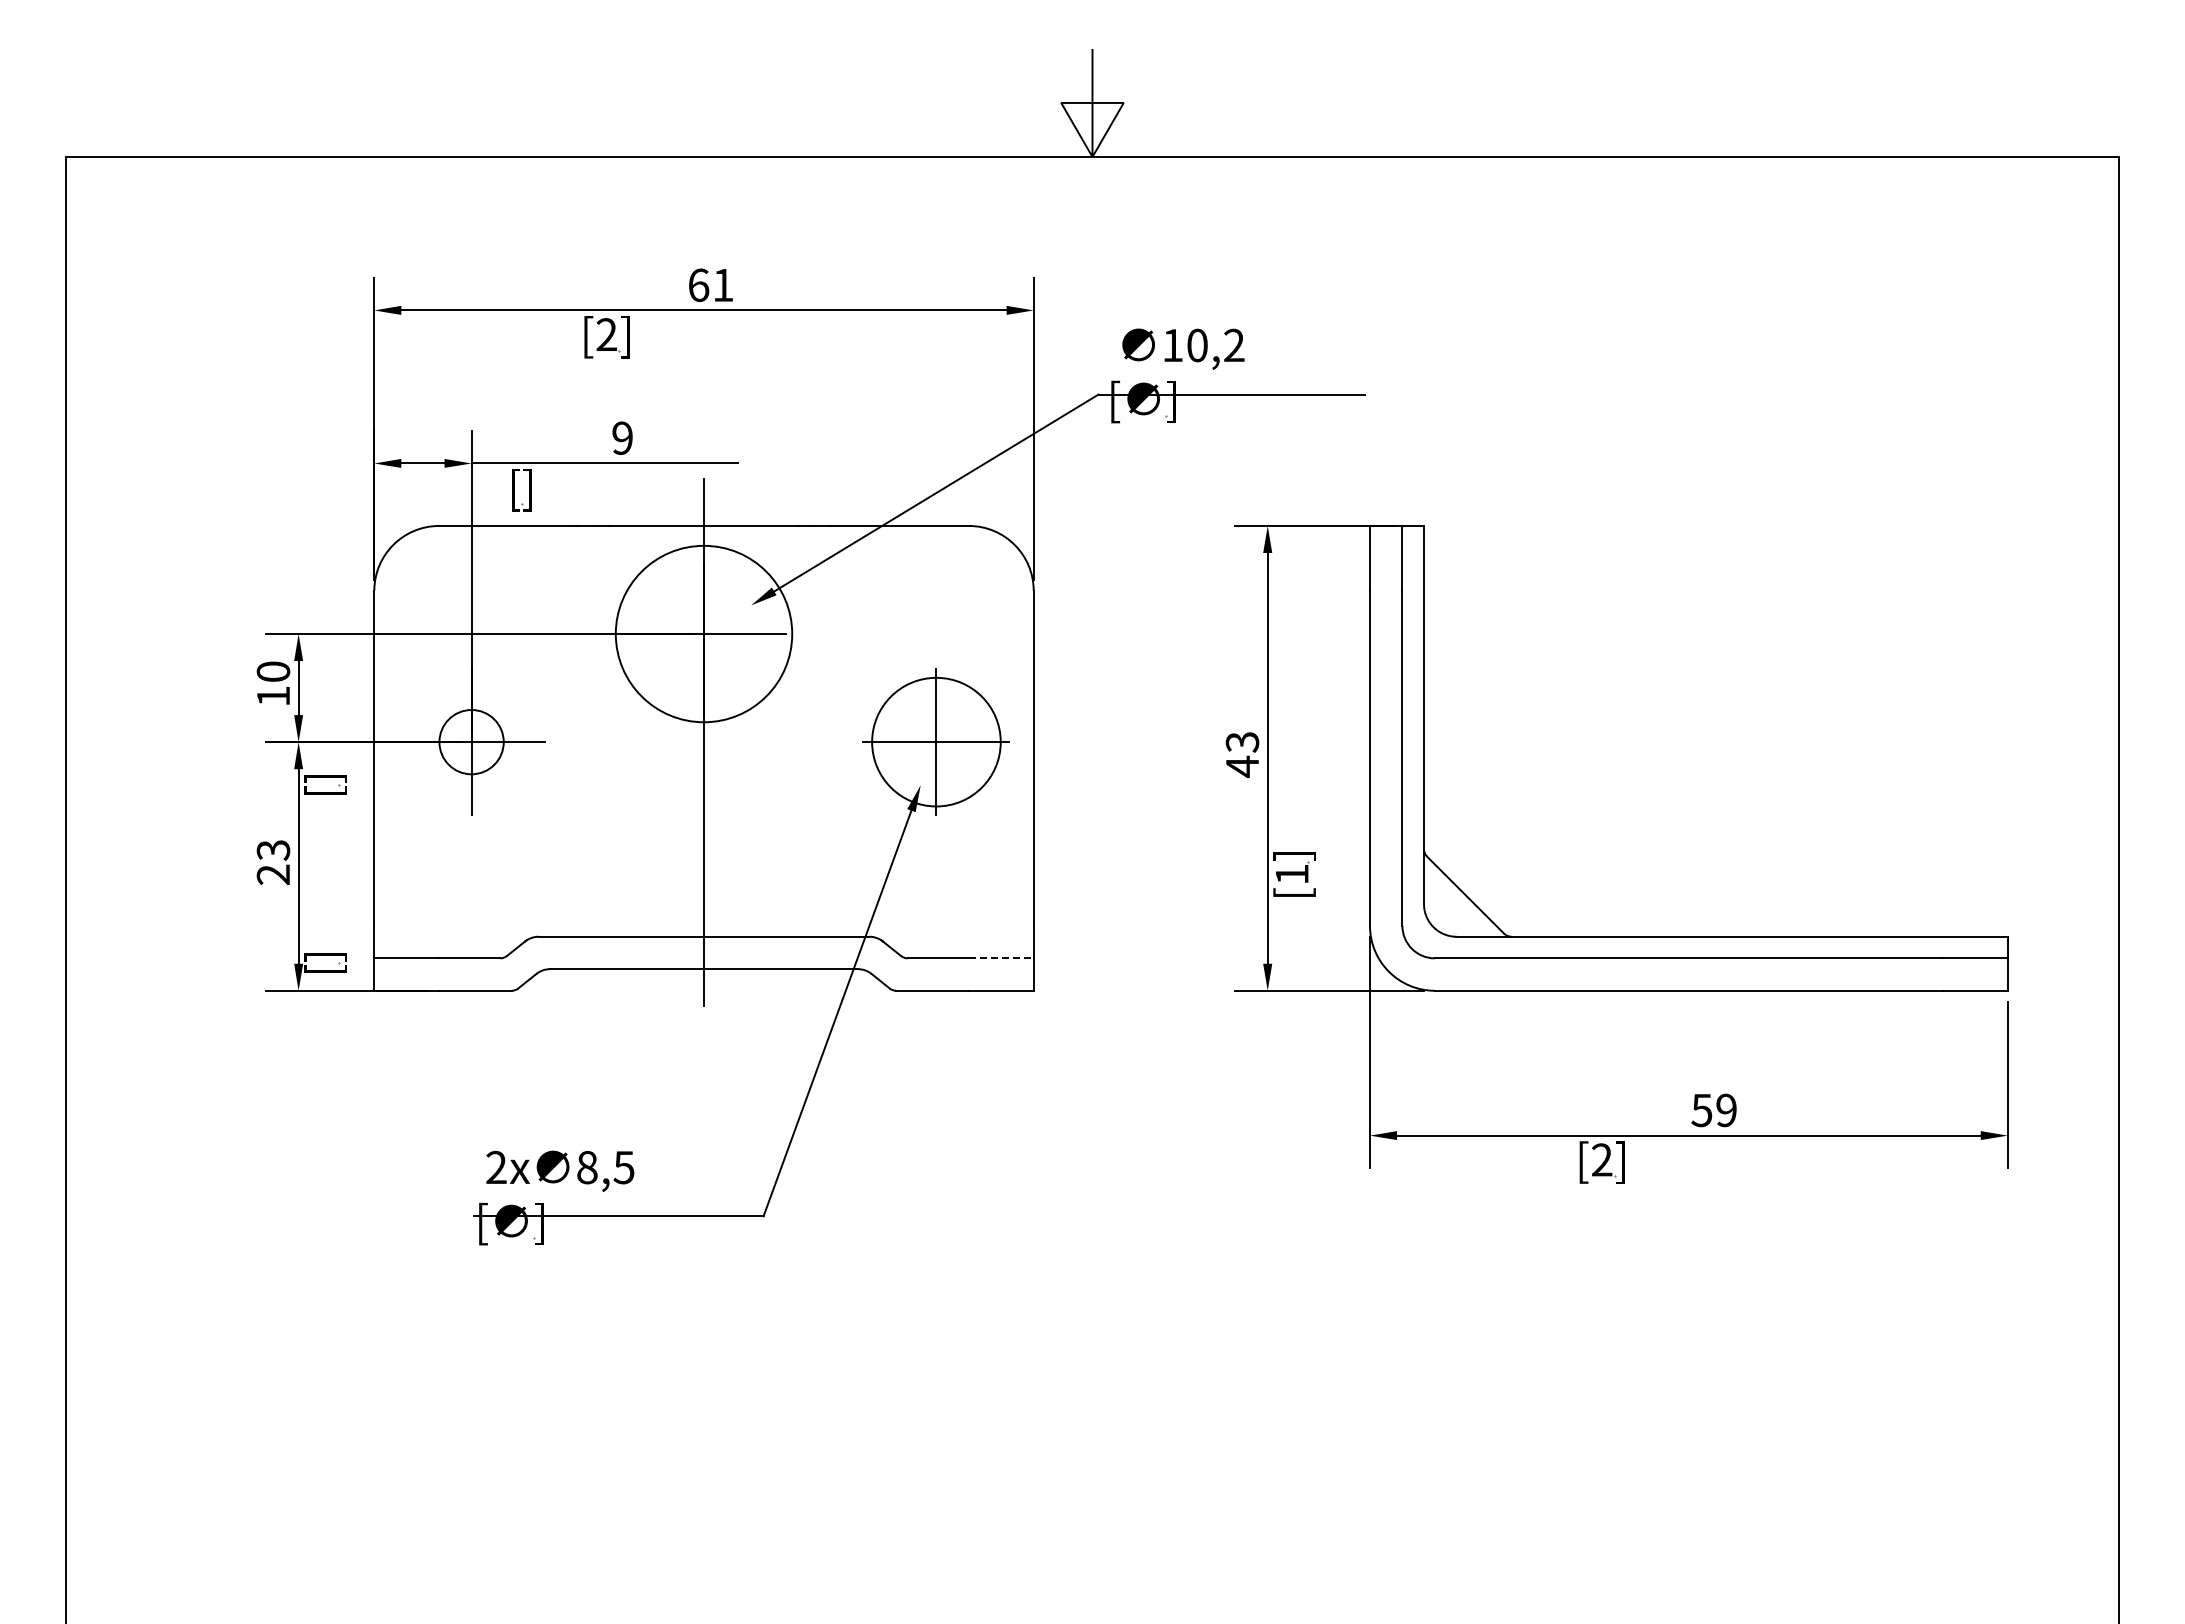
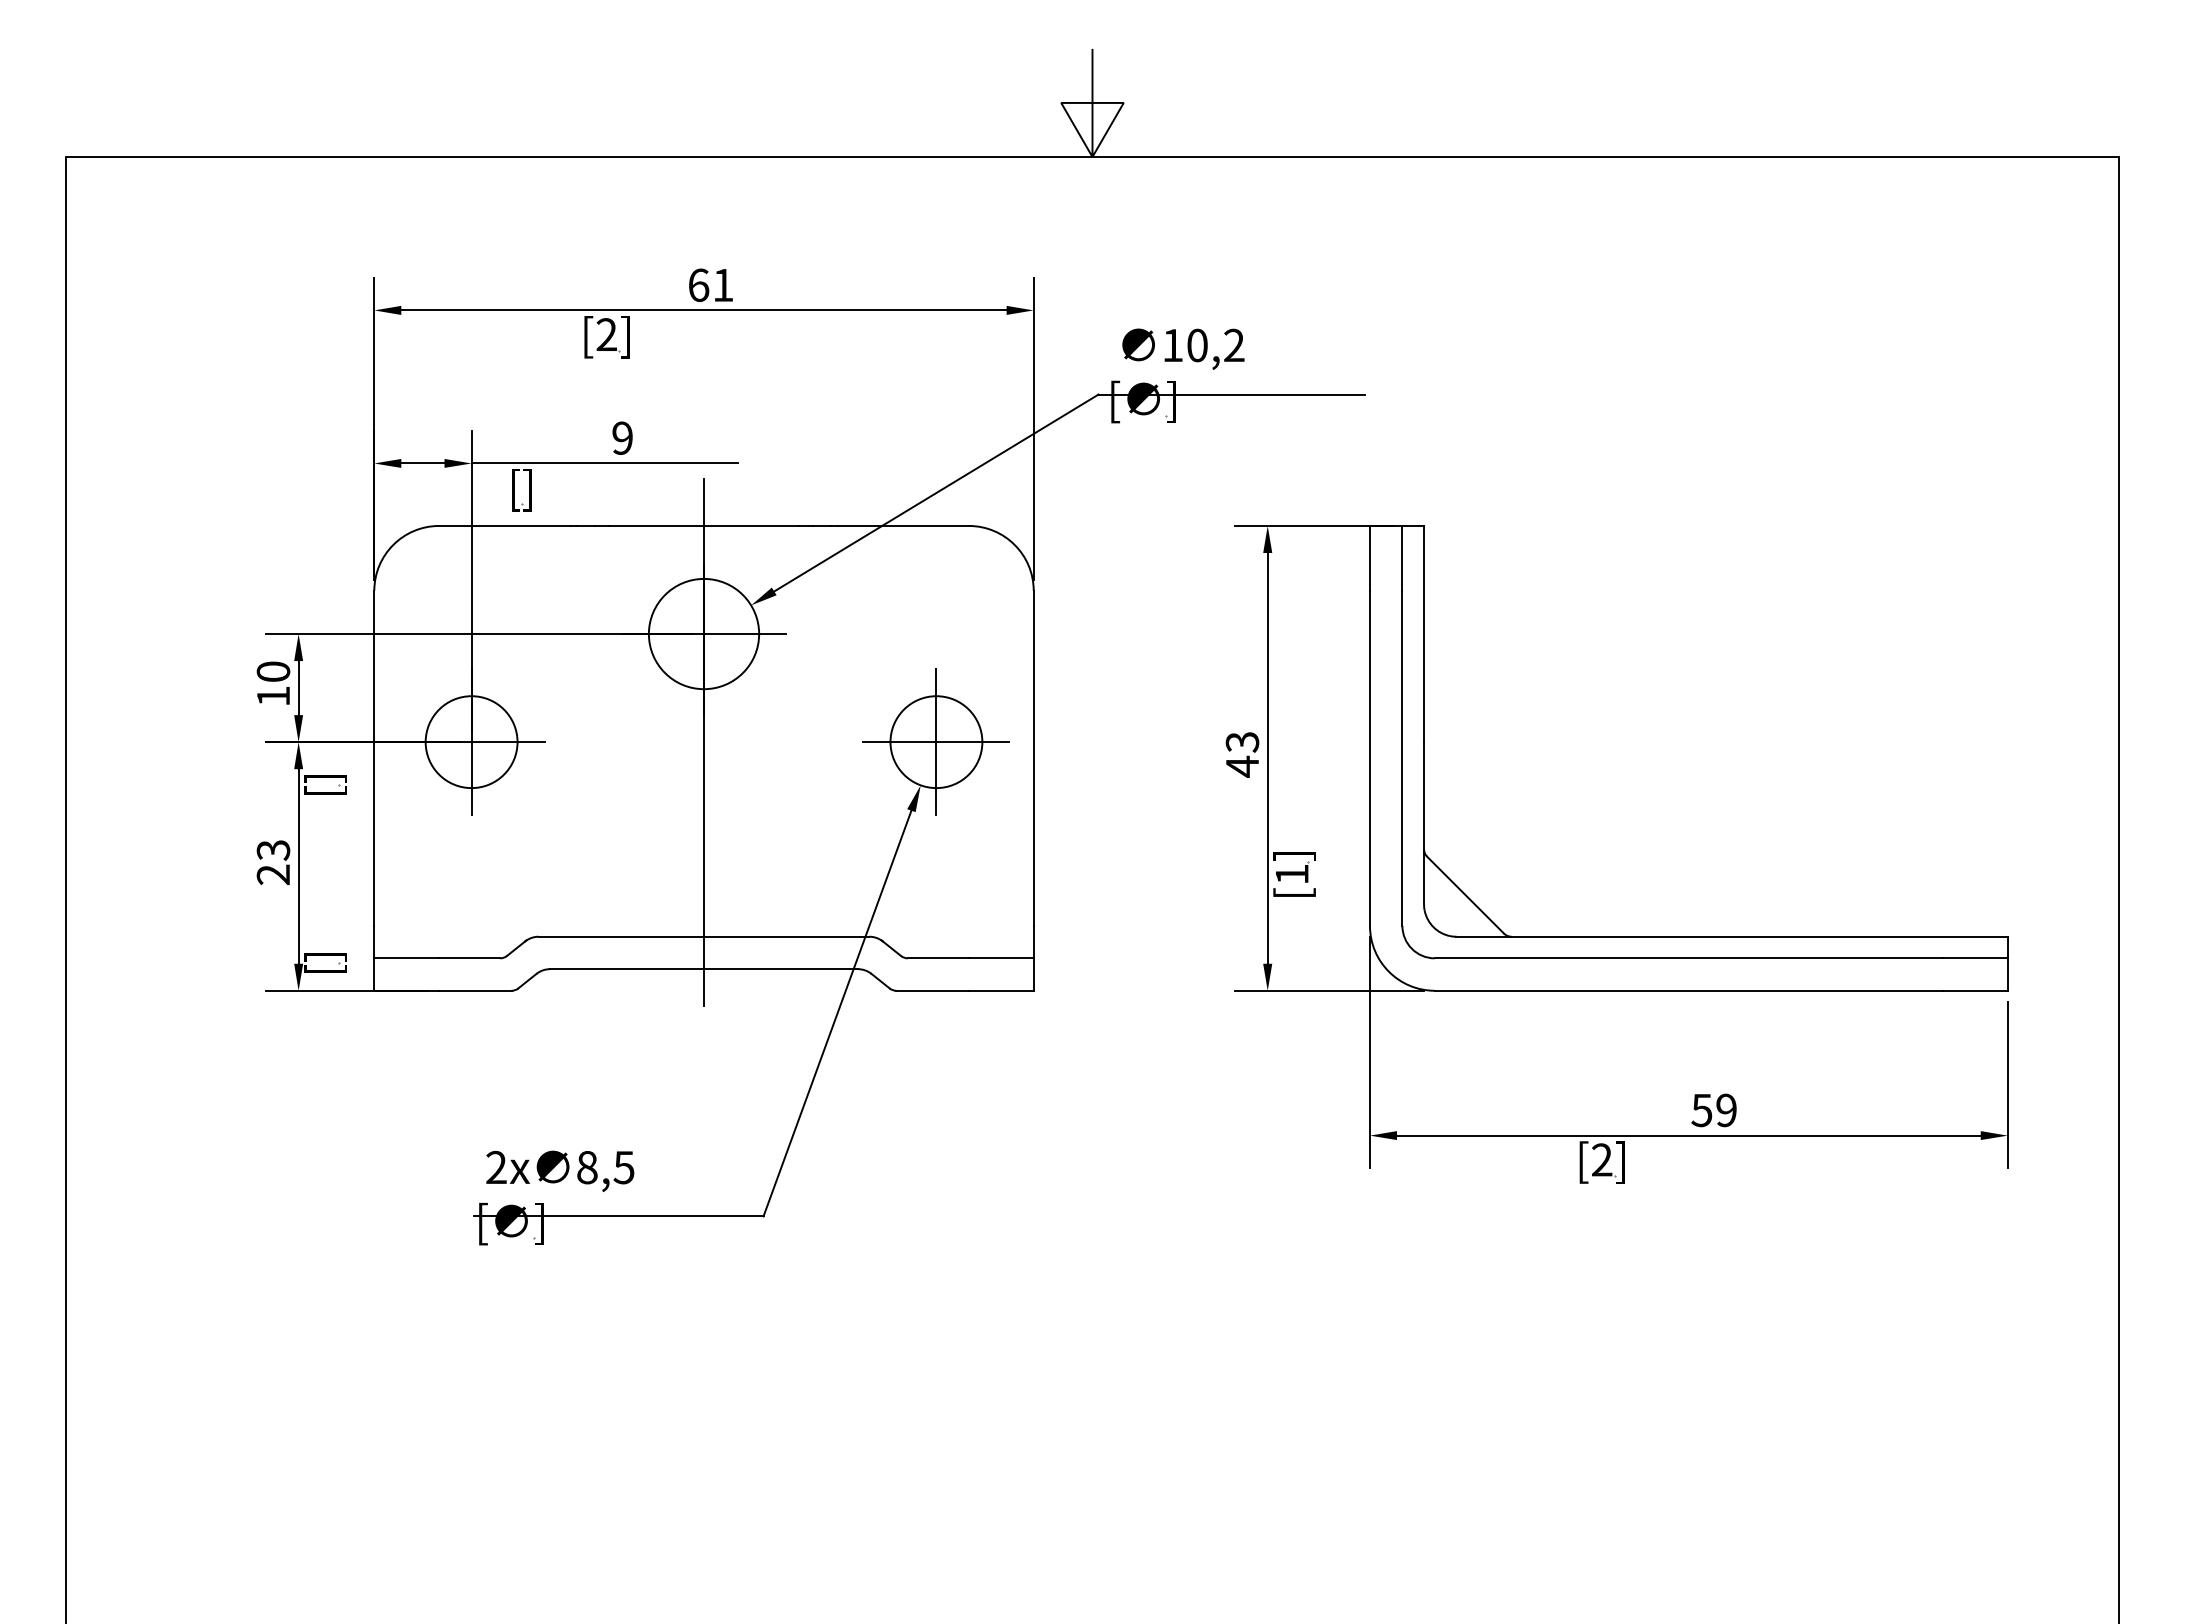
circle at (703, 633) diameter: 176 px -> 110 px
circle at (936, 741) diameter: 129 px -> 92 px
circle at (471, 742) diameter: 64 px -> 92 px
line at (1001, 958): dashed -> solid
